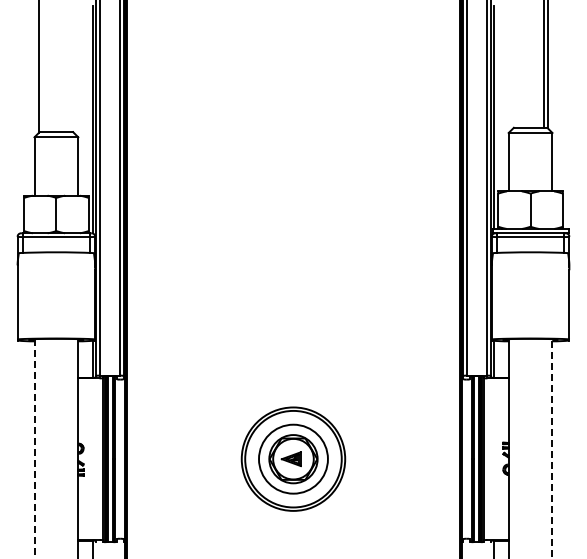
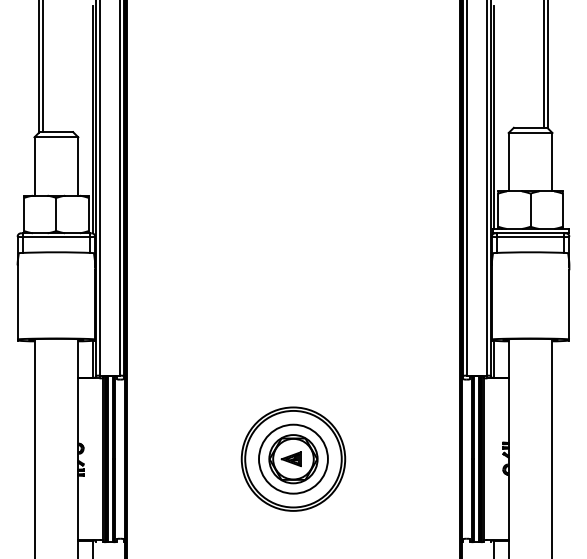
line at (42, 67): none -> present
line at (34, 448): dashed -> solid
line at (552, 448): dashed -> solid
